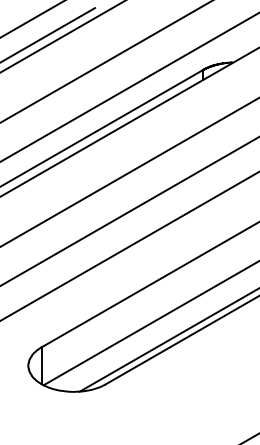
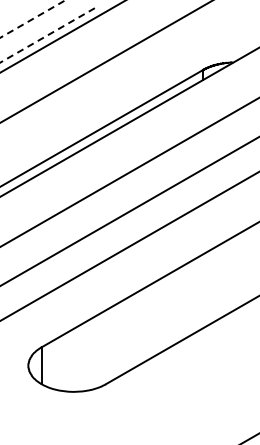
line at (33, 18): solid -> dashed
line at (48, 35): solid -> dashed
line at (129, 87): present -> none
line at (149, 323): present -> none
line at (167, 340): present -> none
